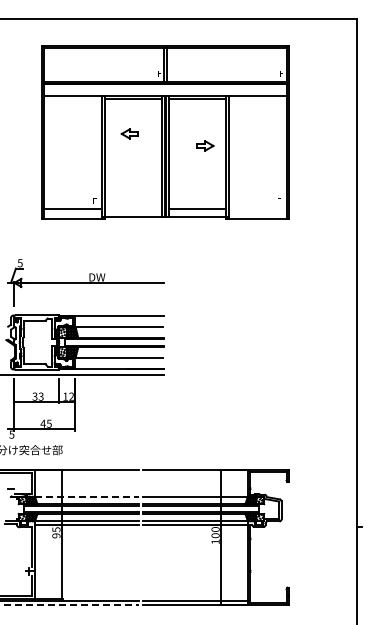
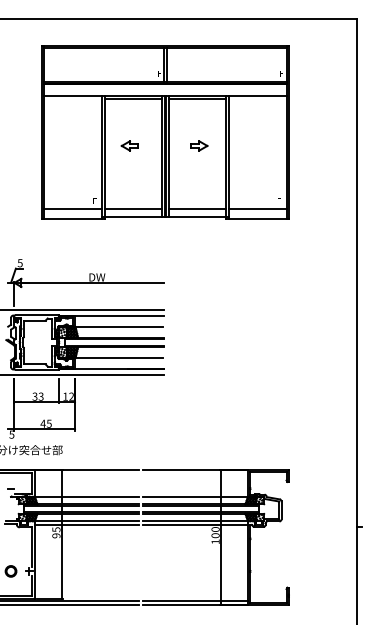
part at (129, 133) position: (129, 133) -> (129, 145)
part at (205, 145) position: (205, 145) -> (199, 145)
line at (133, 209): none -> present
line at (257, 209): none -> present
line at (82, 310): none -> present
line at (87, 496): dashed -> solid
part at (10, 571): none -> present
line at (70, 605): dashed -> solid
